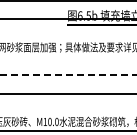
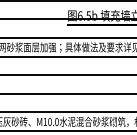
line at (67, 37): none -> present
line at (67, 56): none -> present
line at (68, 75): dashed -> solid
line at (67, 112): none -> present
